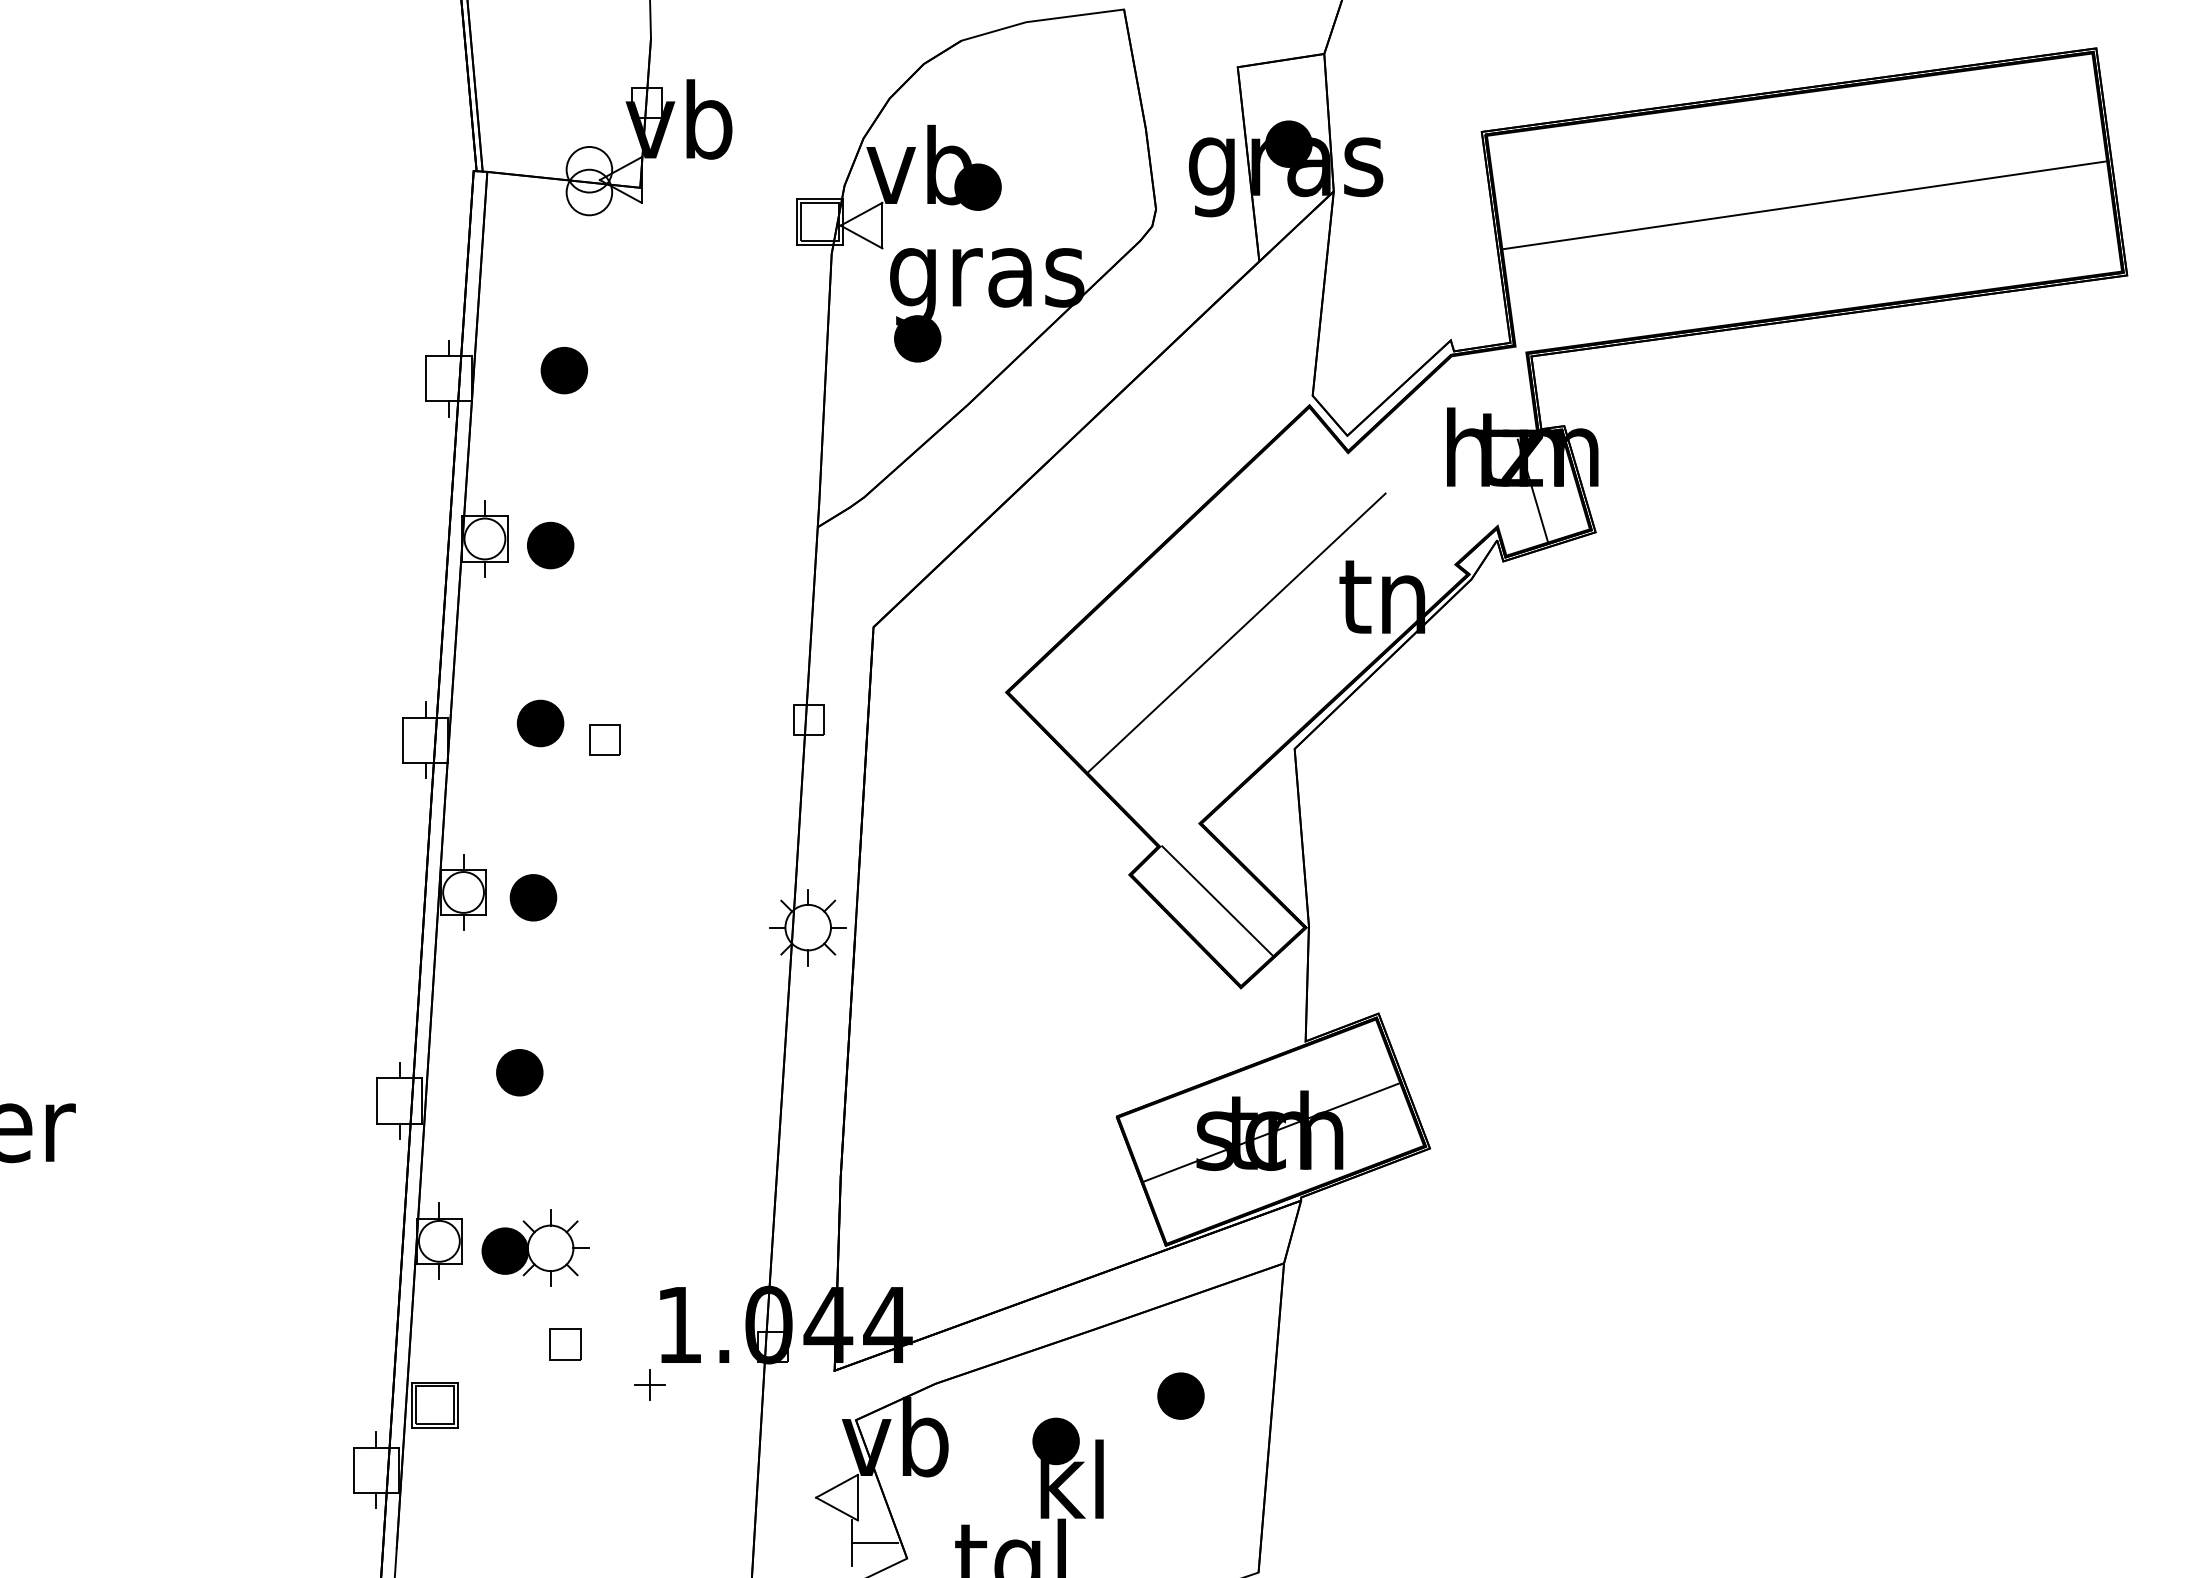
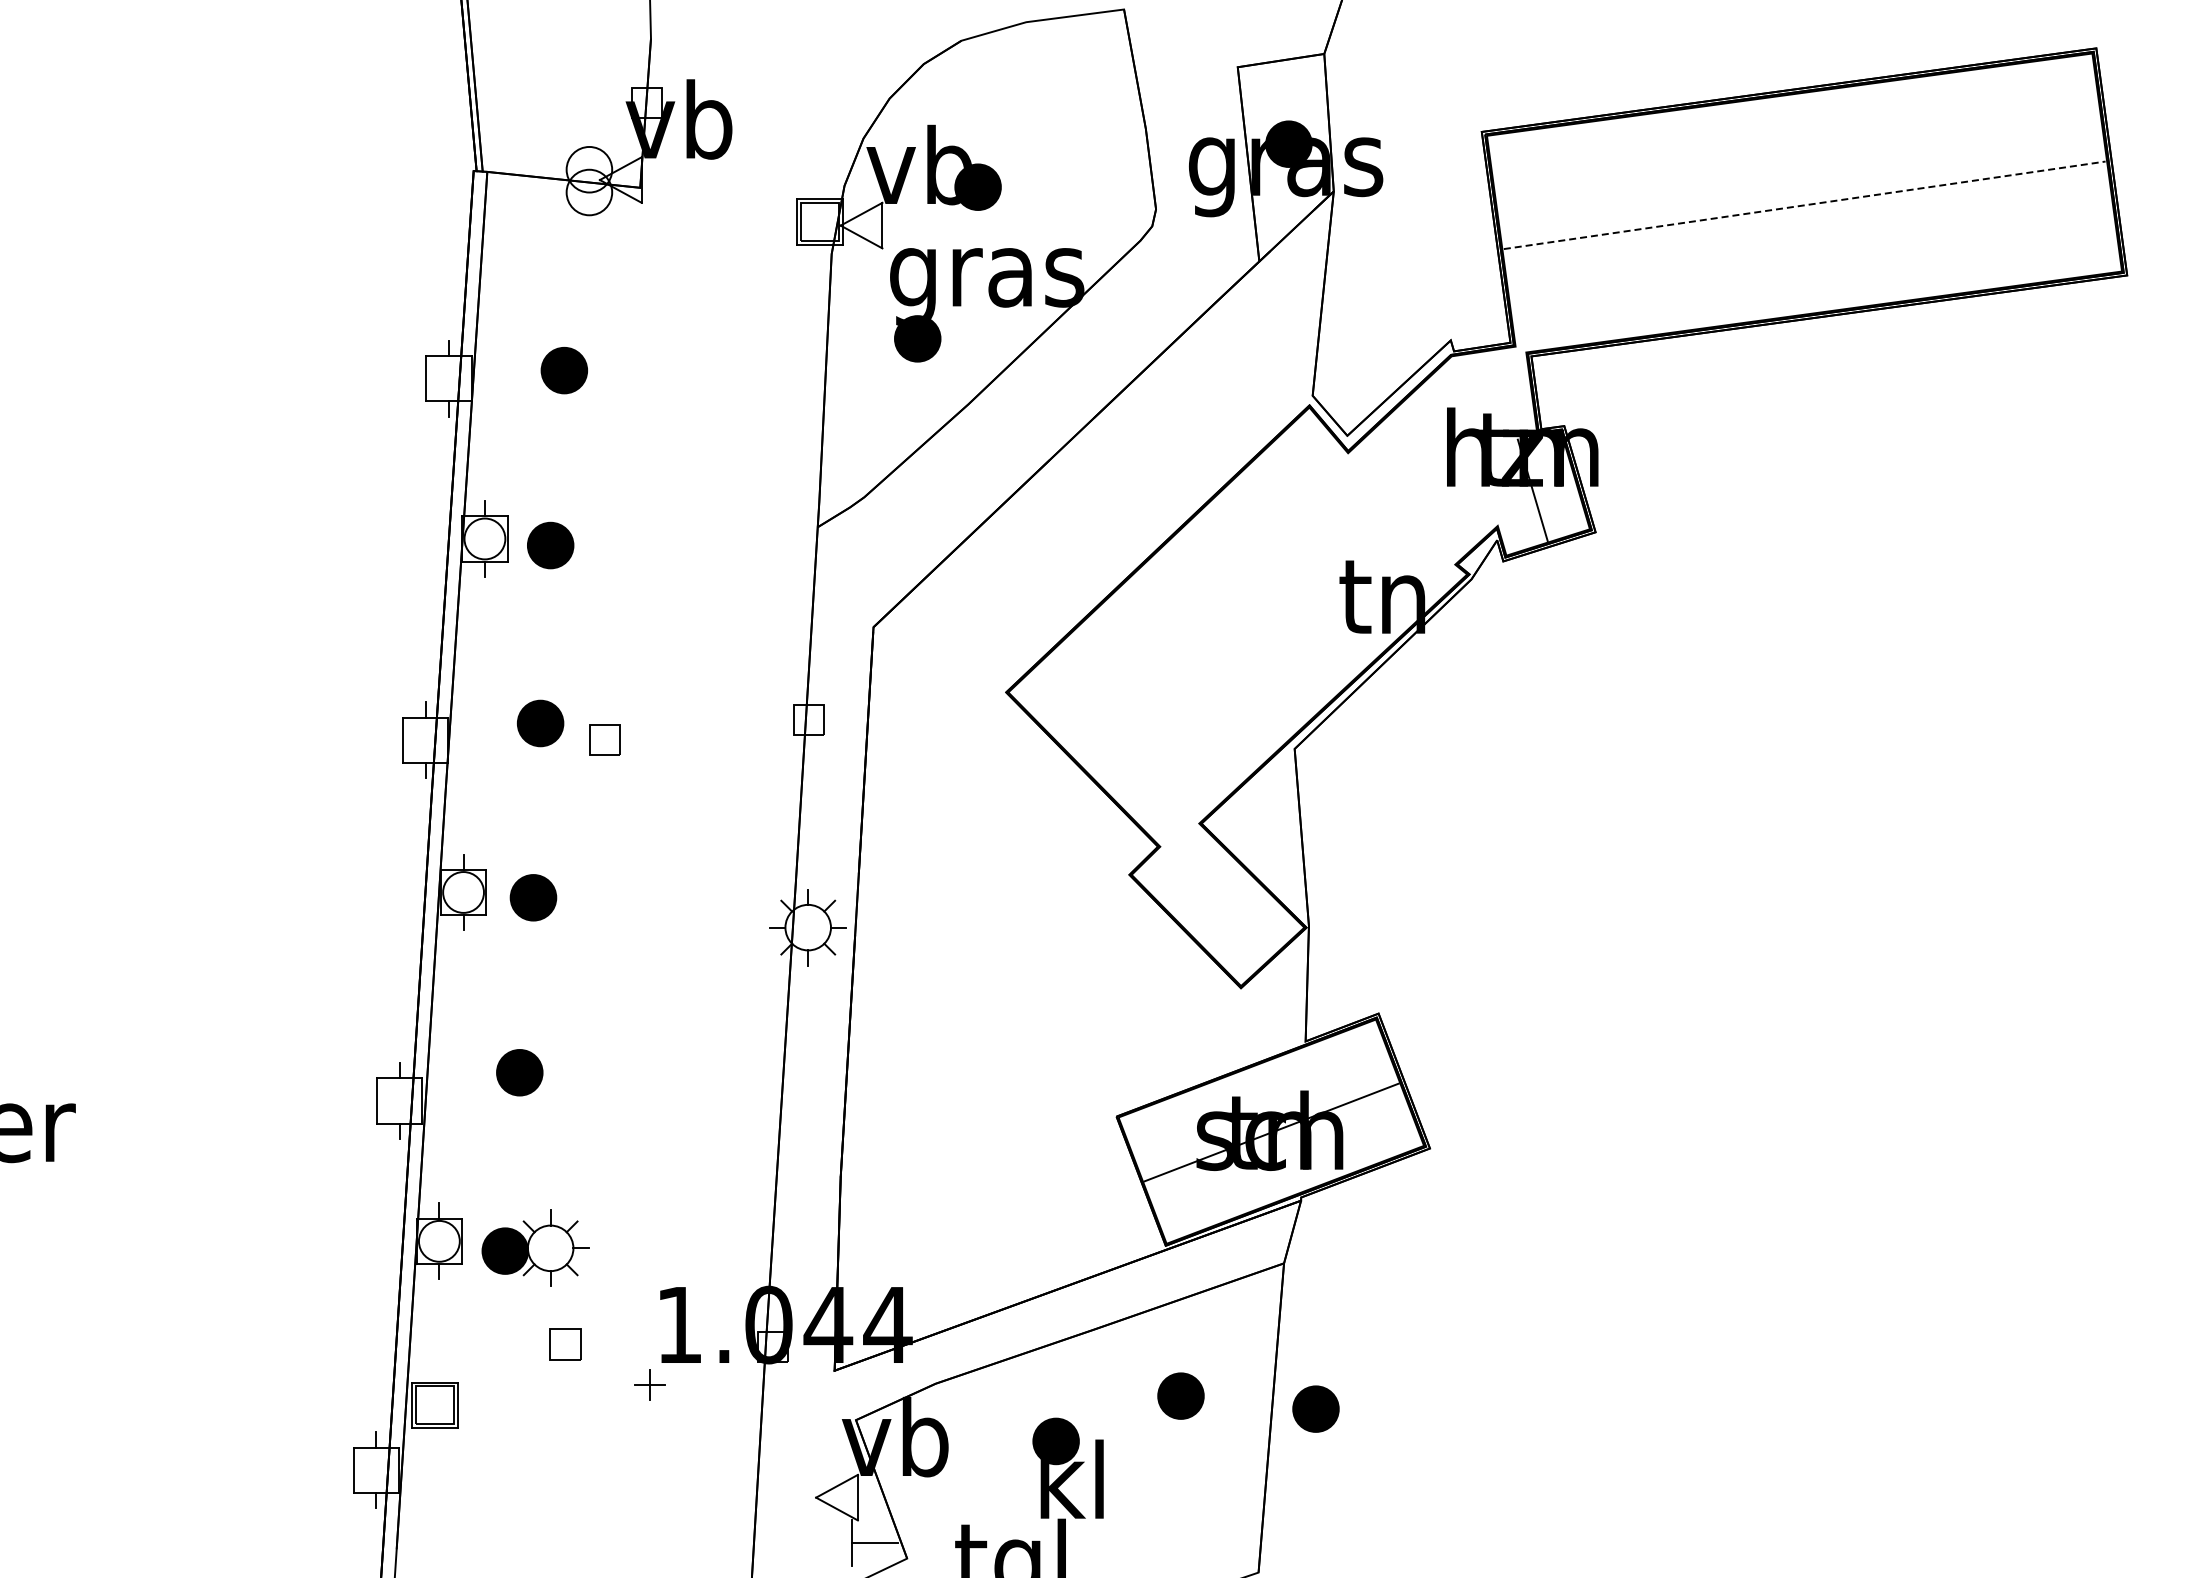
line at (1805, 205): solid -> dashed
line at (1236, 632): present -> none
line at (1217, 900): present -> none
part at (1315, 1408): none -> present
